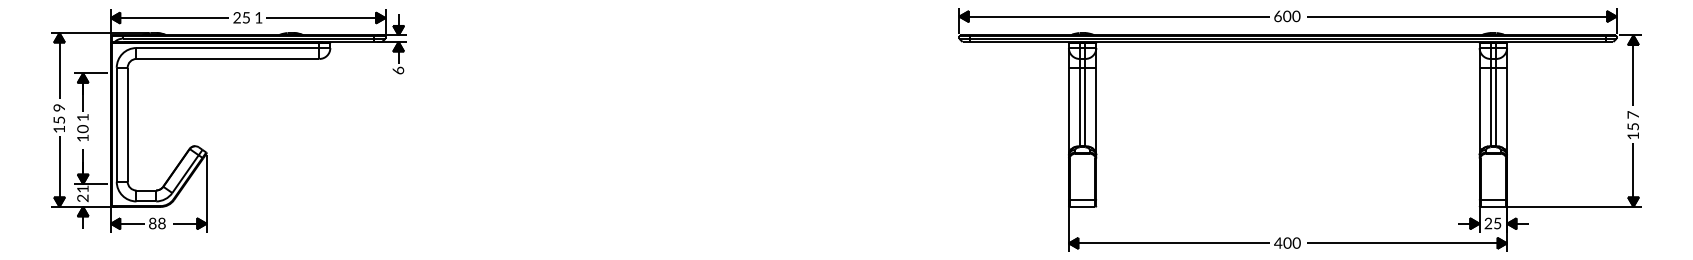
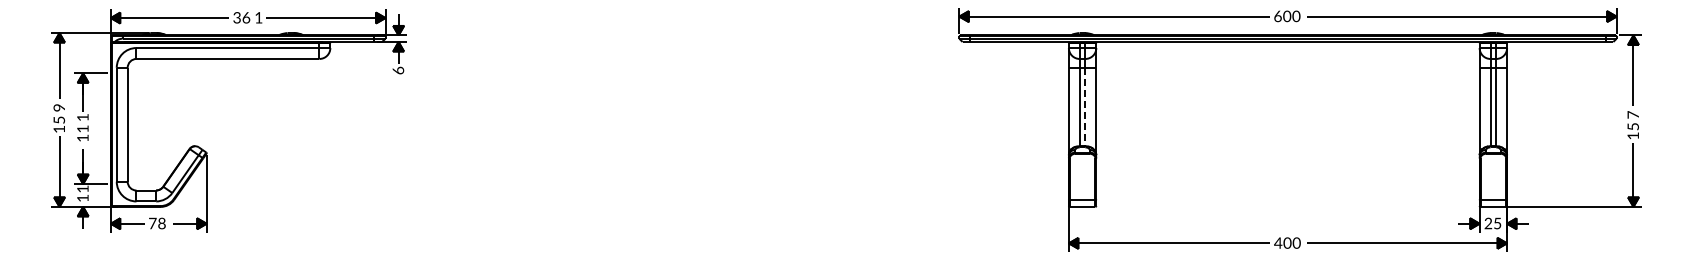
text at (241, 17): 25 -> 36
line at (1085, 107): solid -> dashed
text at (82, 129): 10 -> 11
text at (82, 198): 21 -> 11
text at (152, 223): 88 -> 78
